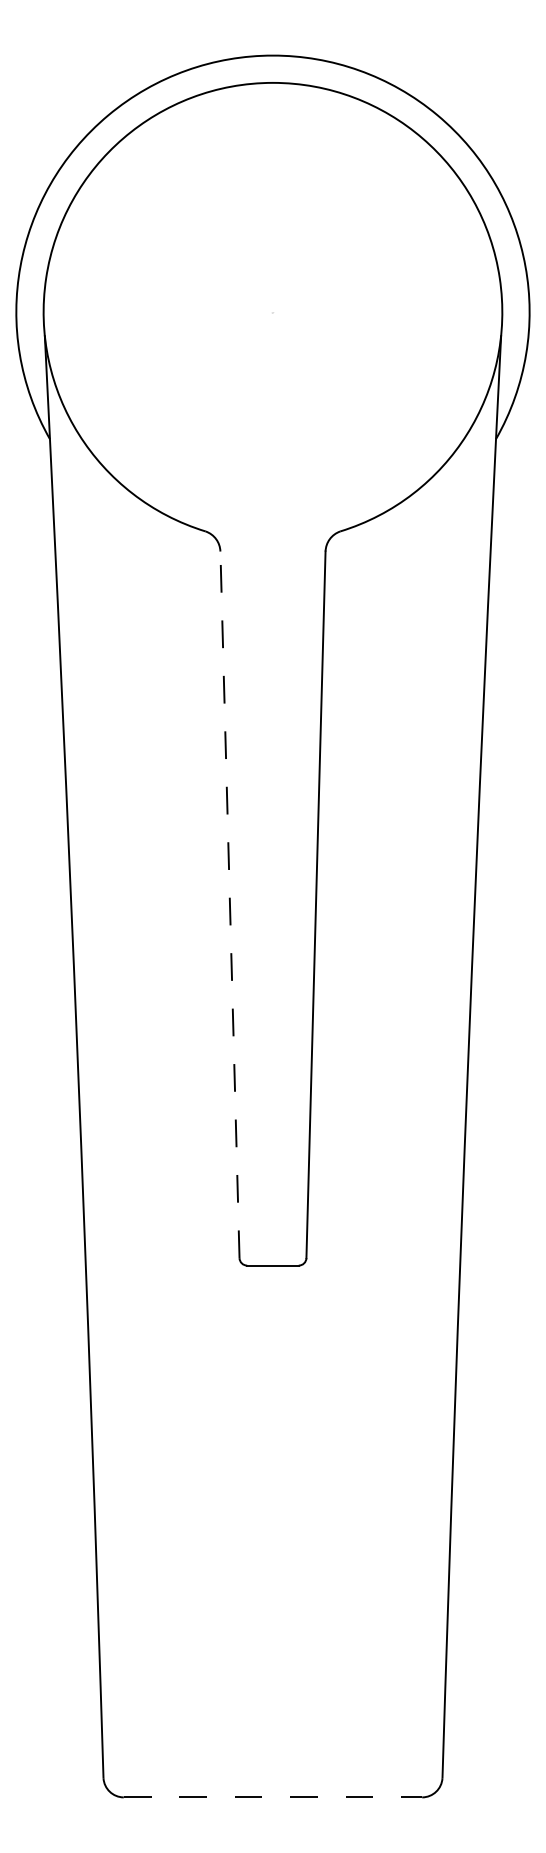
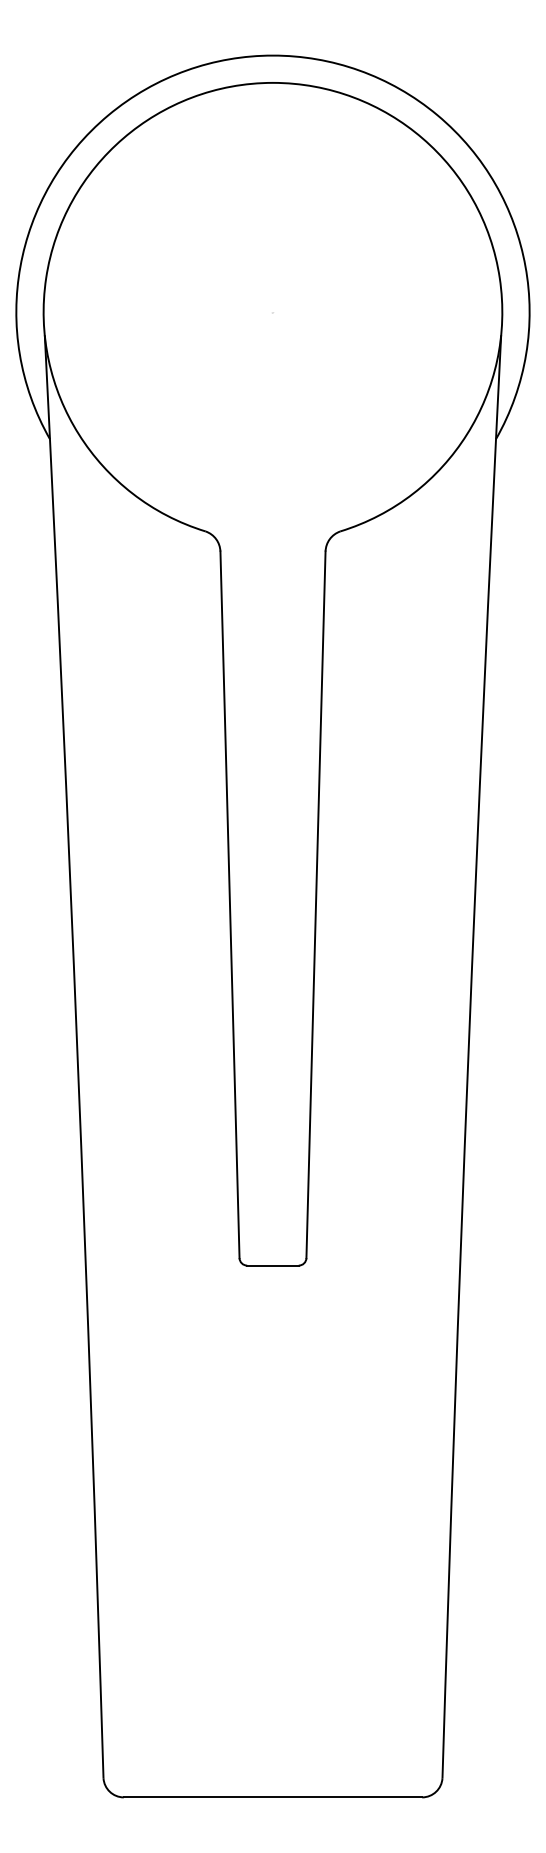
line at (229, 904): dashed -> solid
line at (273, 1797): dashed -> solid
